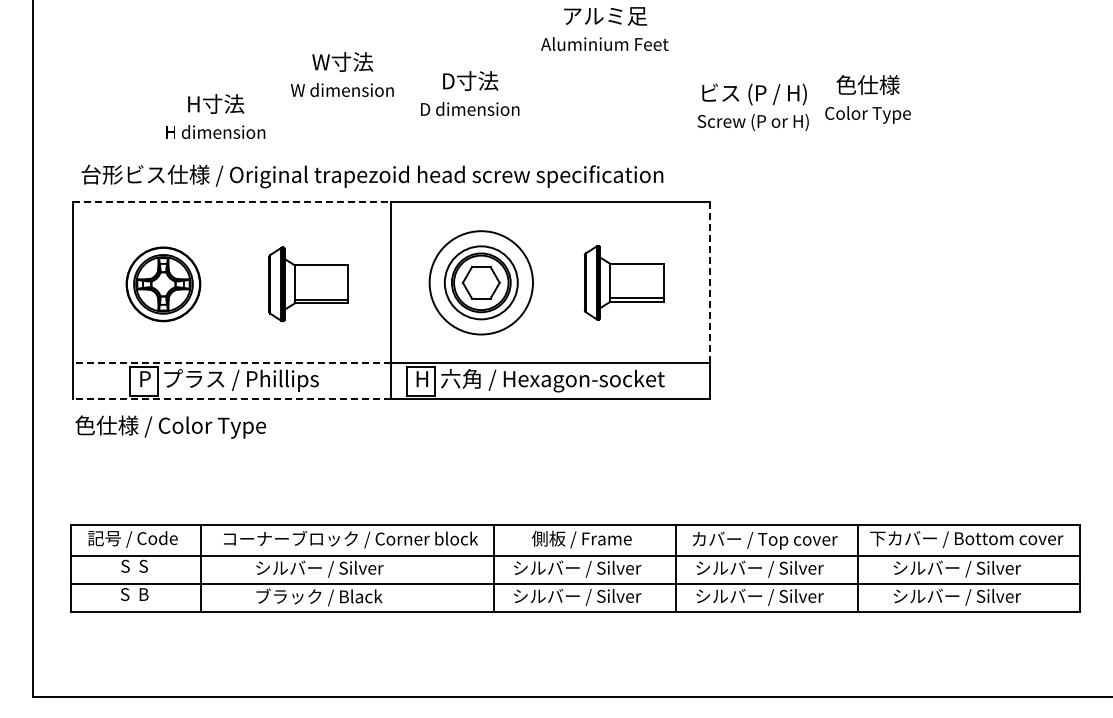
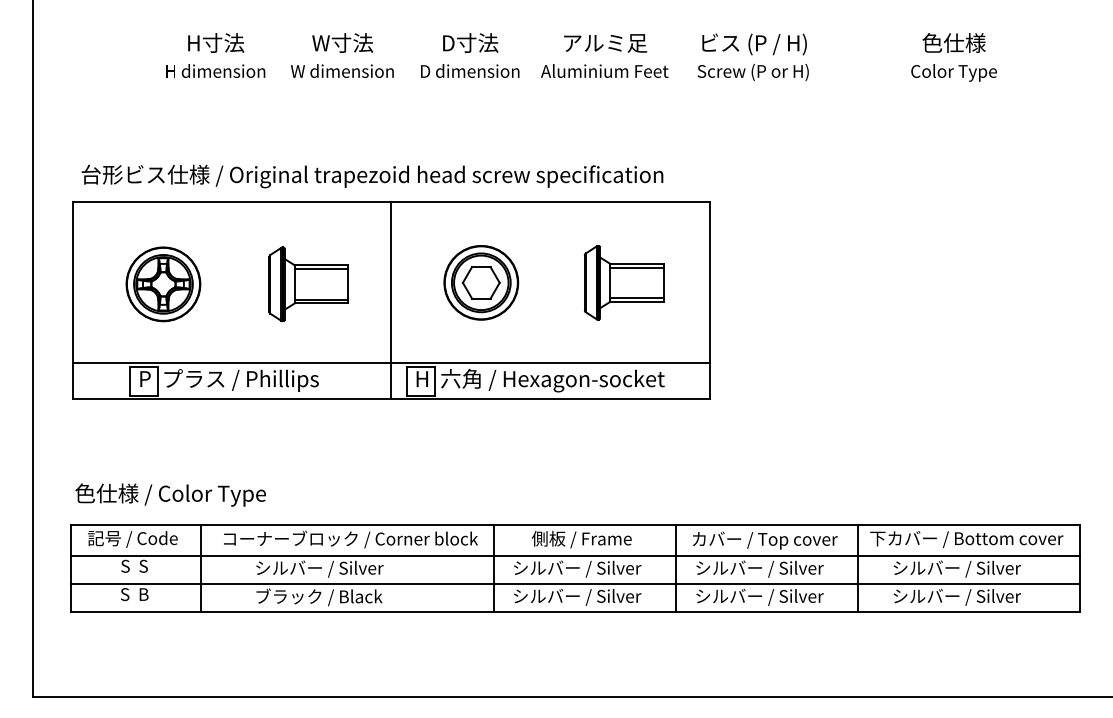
text at (604, 28) position: (604, 28) -> (604, 55)
text at (342, 74) position: (342, 74) -> (342, 55)
text at (470, 93) position: (470, 93) -> (470, 55)
text at (867, 99) position: (867, 99) -> (953, 57)
text at (752, 106) position: (752, 106) -> (752, 56)
text at (215, 116) position: (215, 116) -> (215, 55)
line at (232, 202): dashed -> solid
line at (636, 267): none -> present
line at (321, 269): none -> present
circle at (480, 282) diameter: 103 px -> 74 px
line at (709, 283): dashed -> solid
line at (231, 363): dashed -> solid
line at (231, 399): dashed -> solid
text at (170, 426) position: (170, 426) -> (170, 494)
